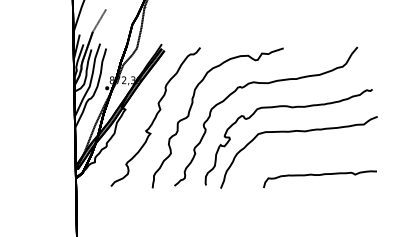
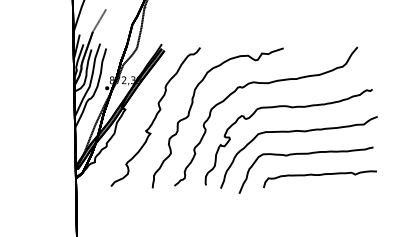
curve at (305, 154): none -> present
